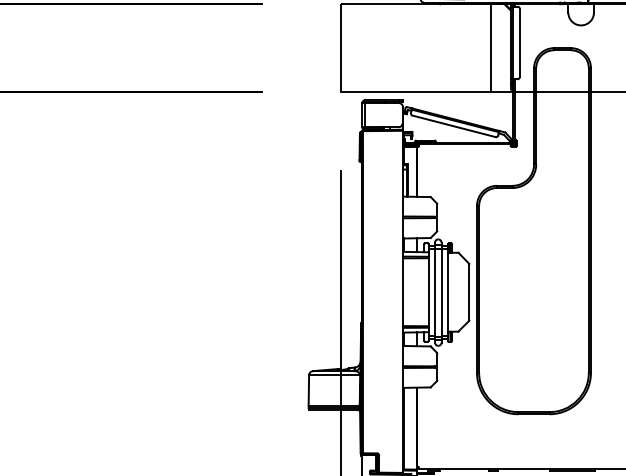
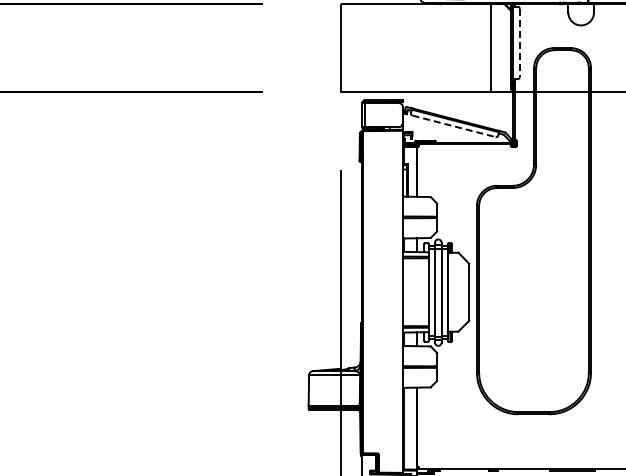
line at (519, 43): solid -> dashed
line at (454, 126): solid -> dashed
